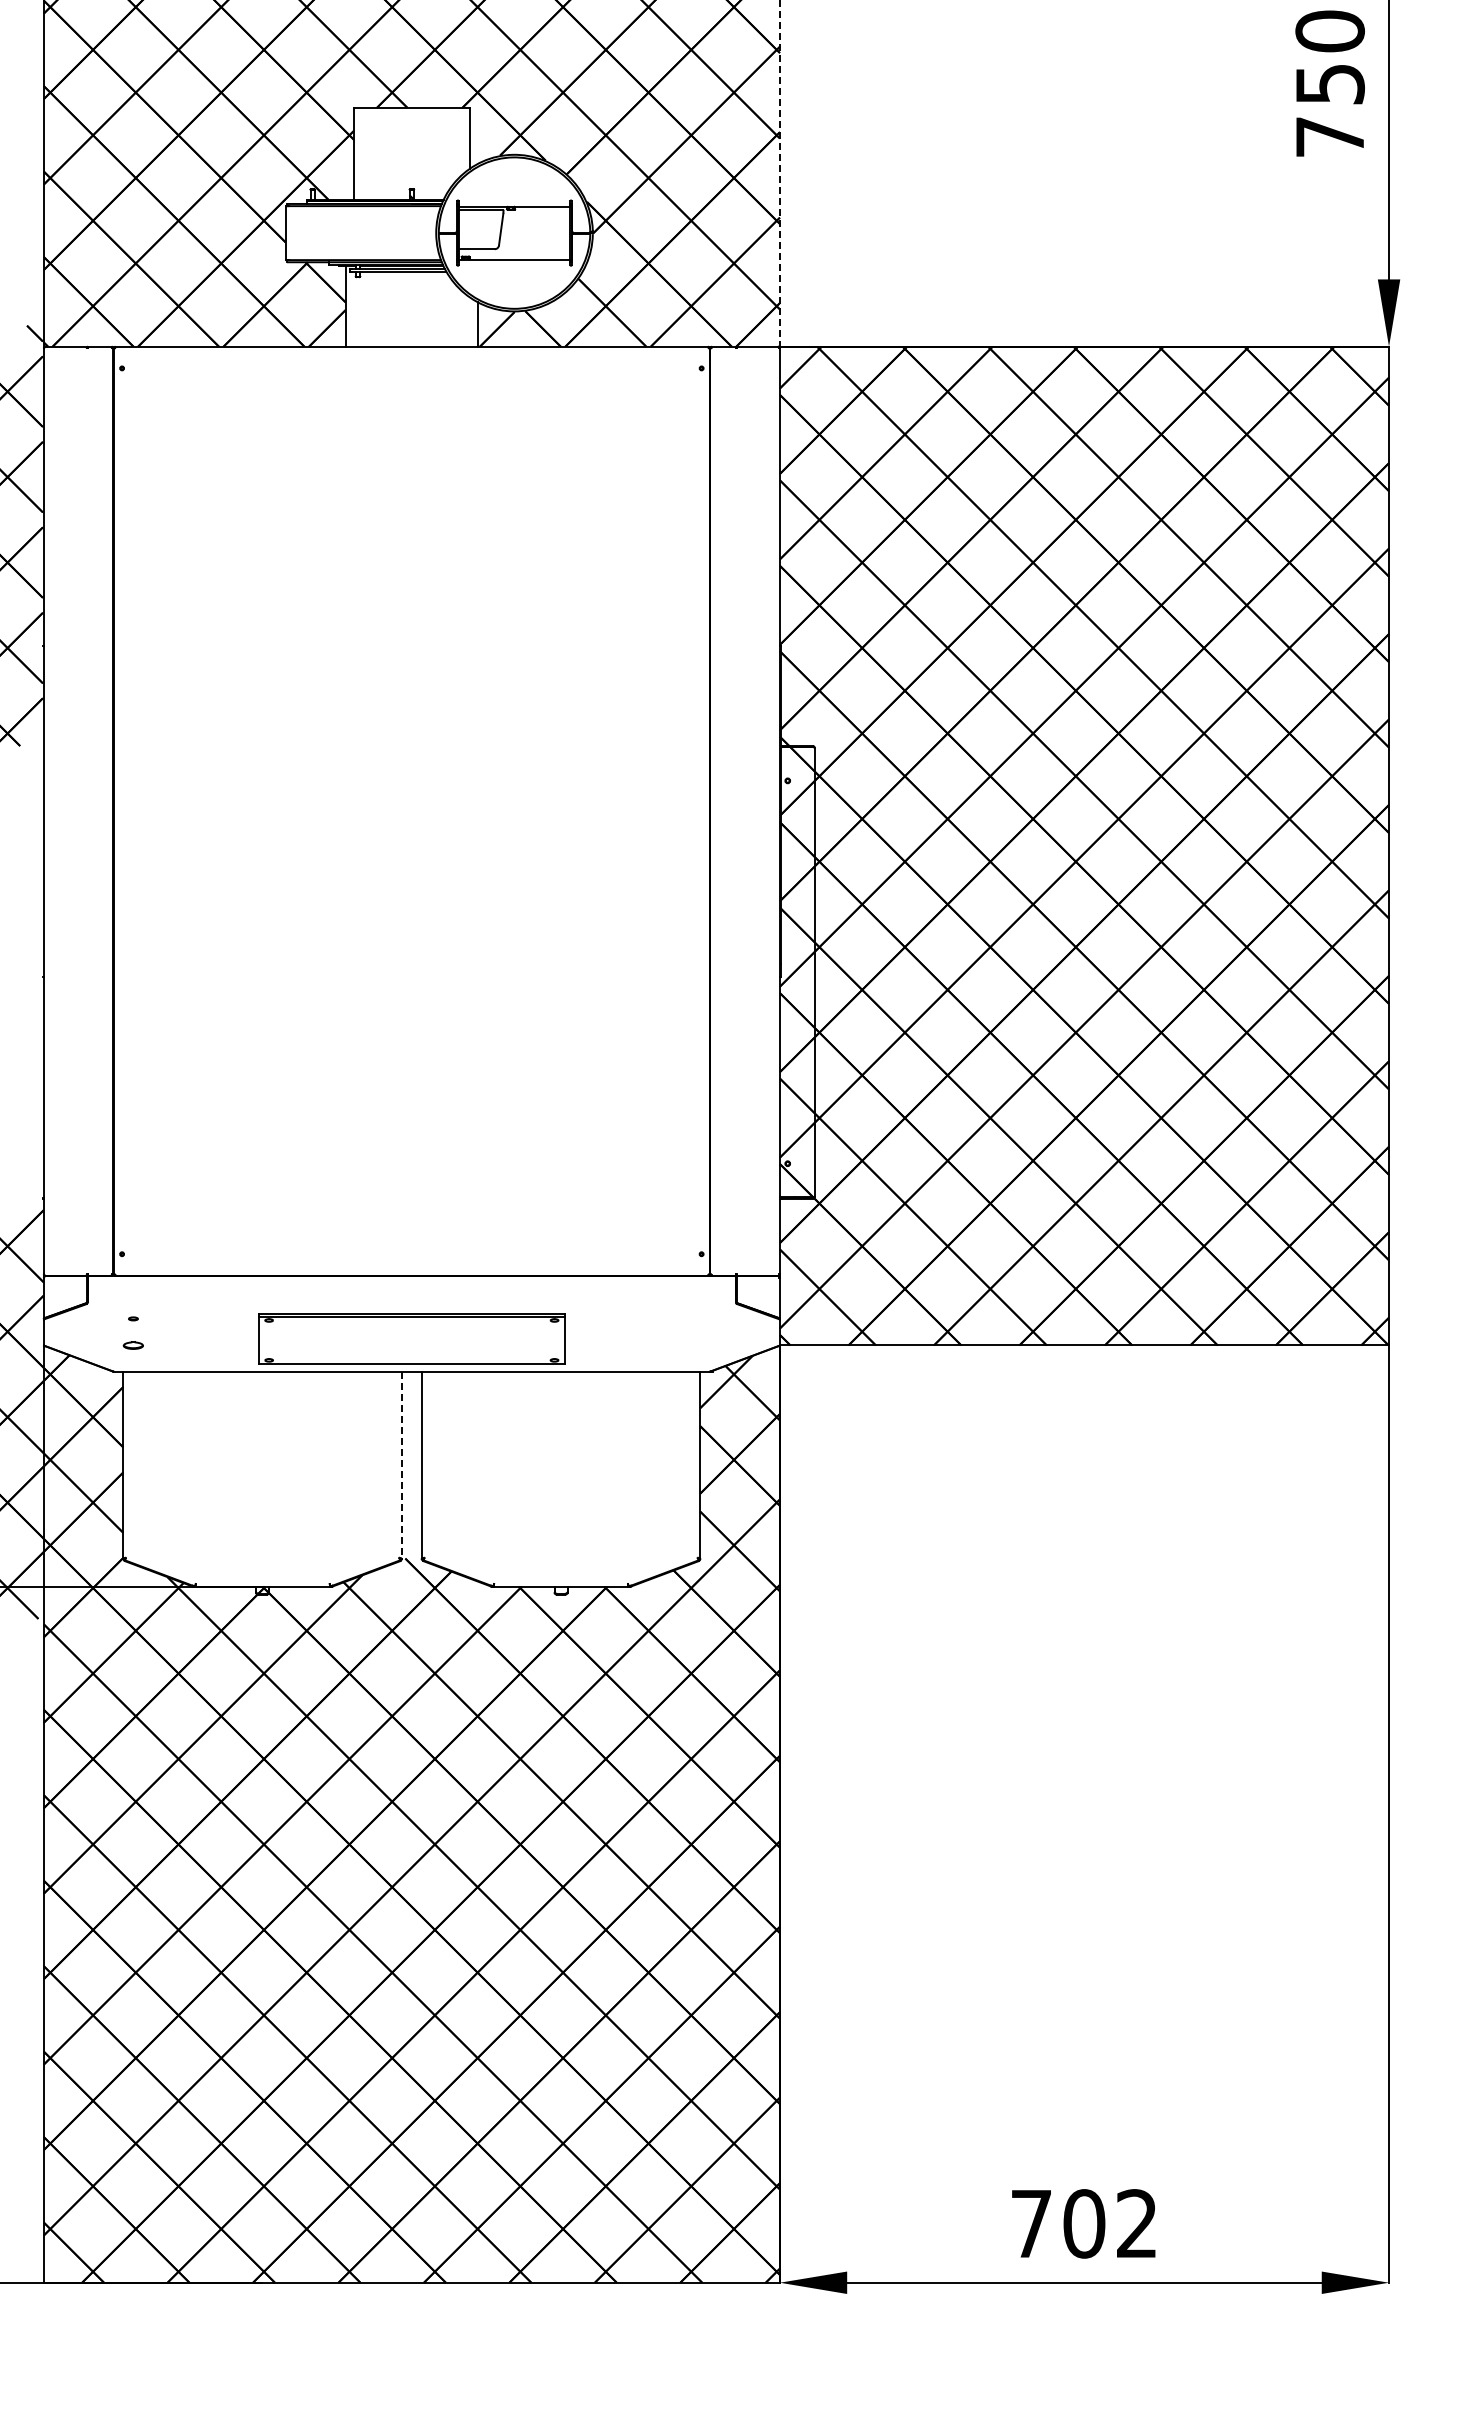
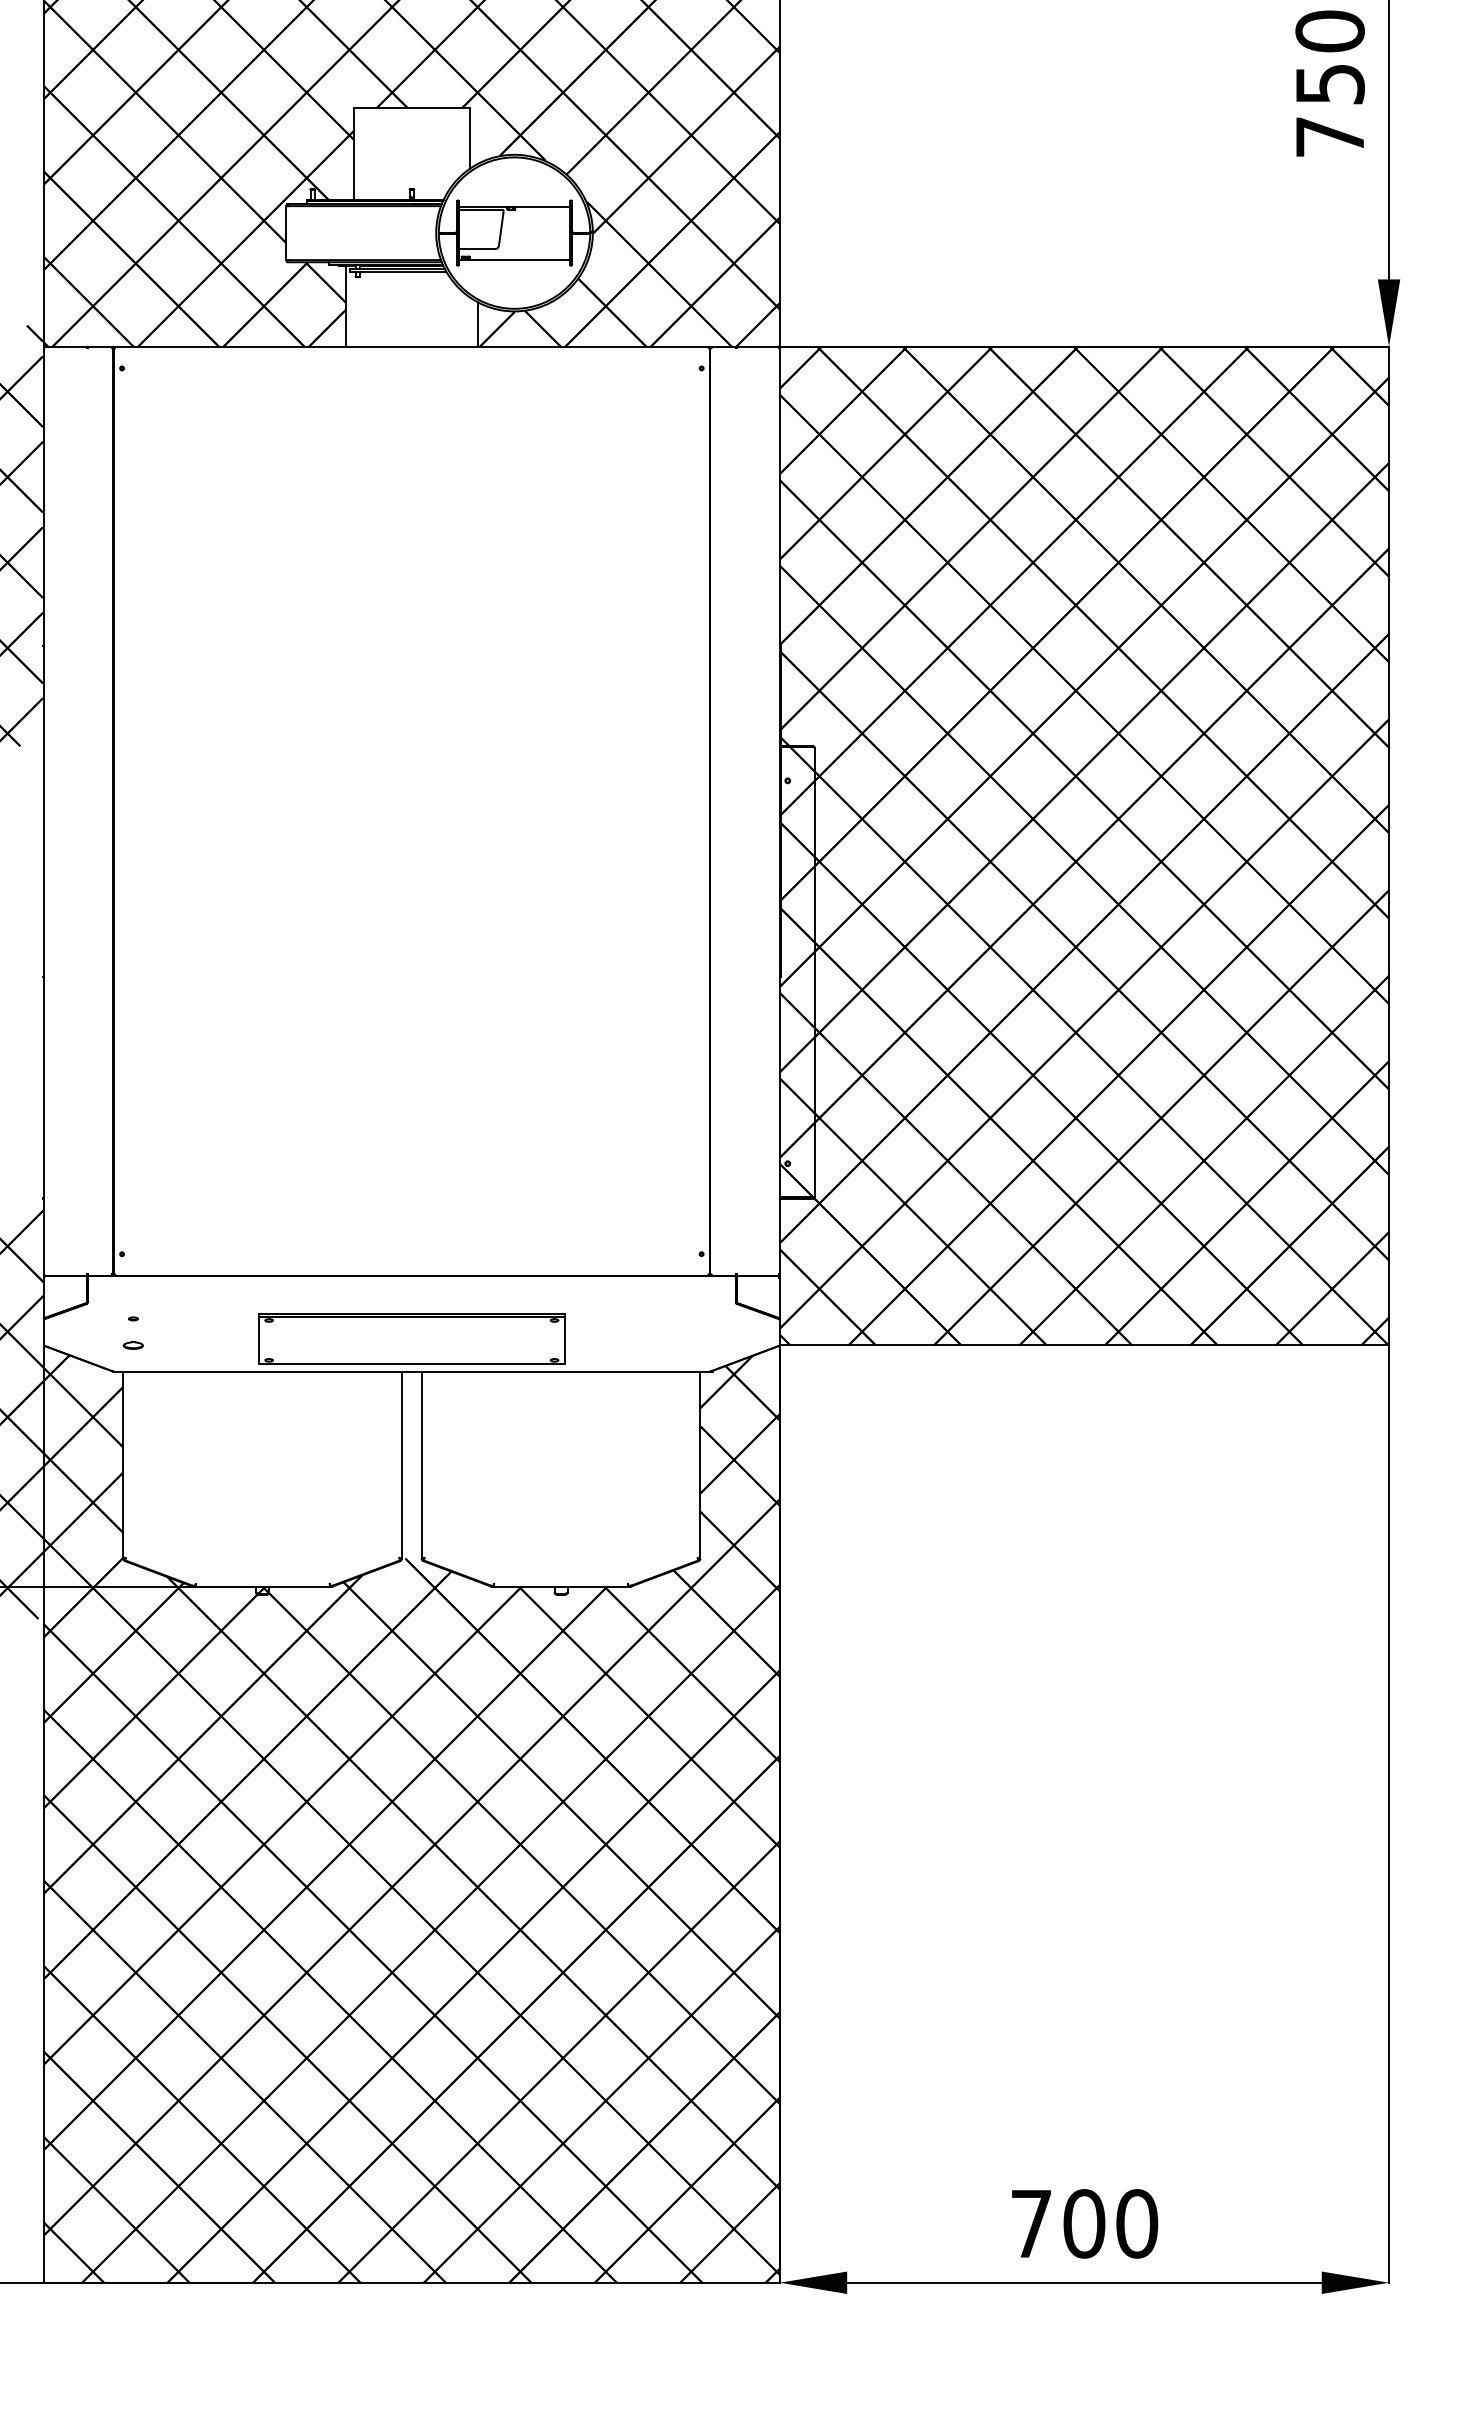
line at (779, 174): dashed -> solid
line at (401, 1465): dashed -> solid
text at (1137, 2223): 702 -> 700
